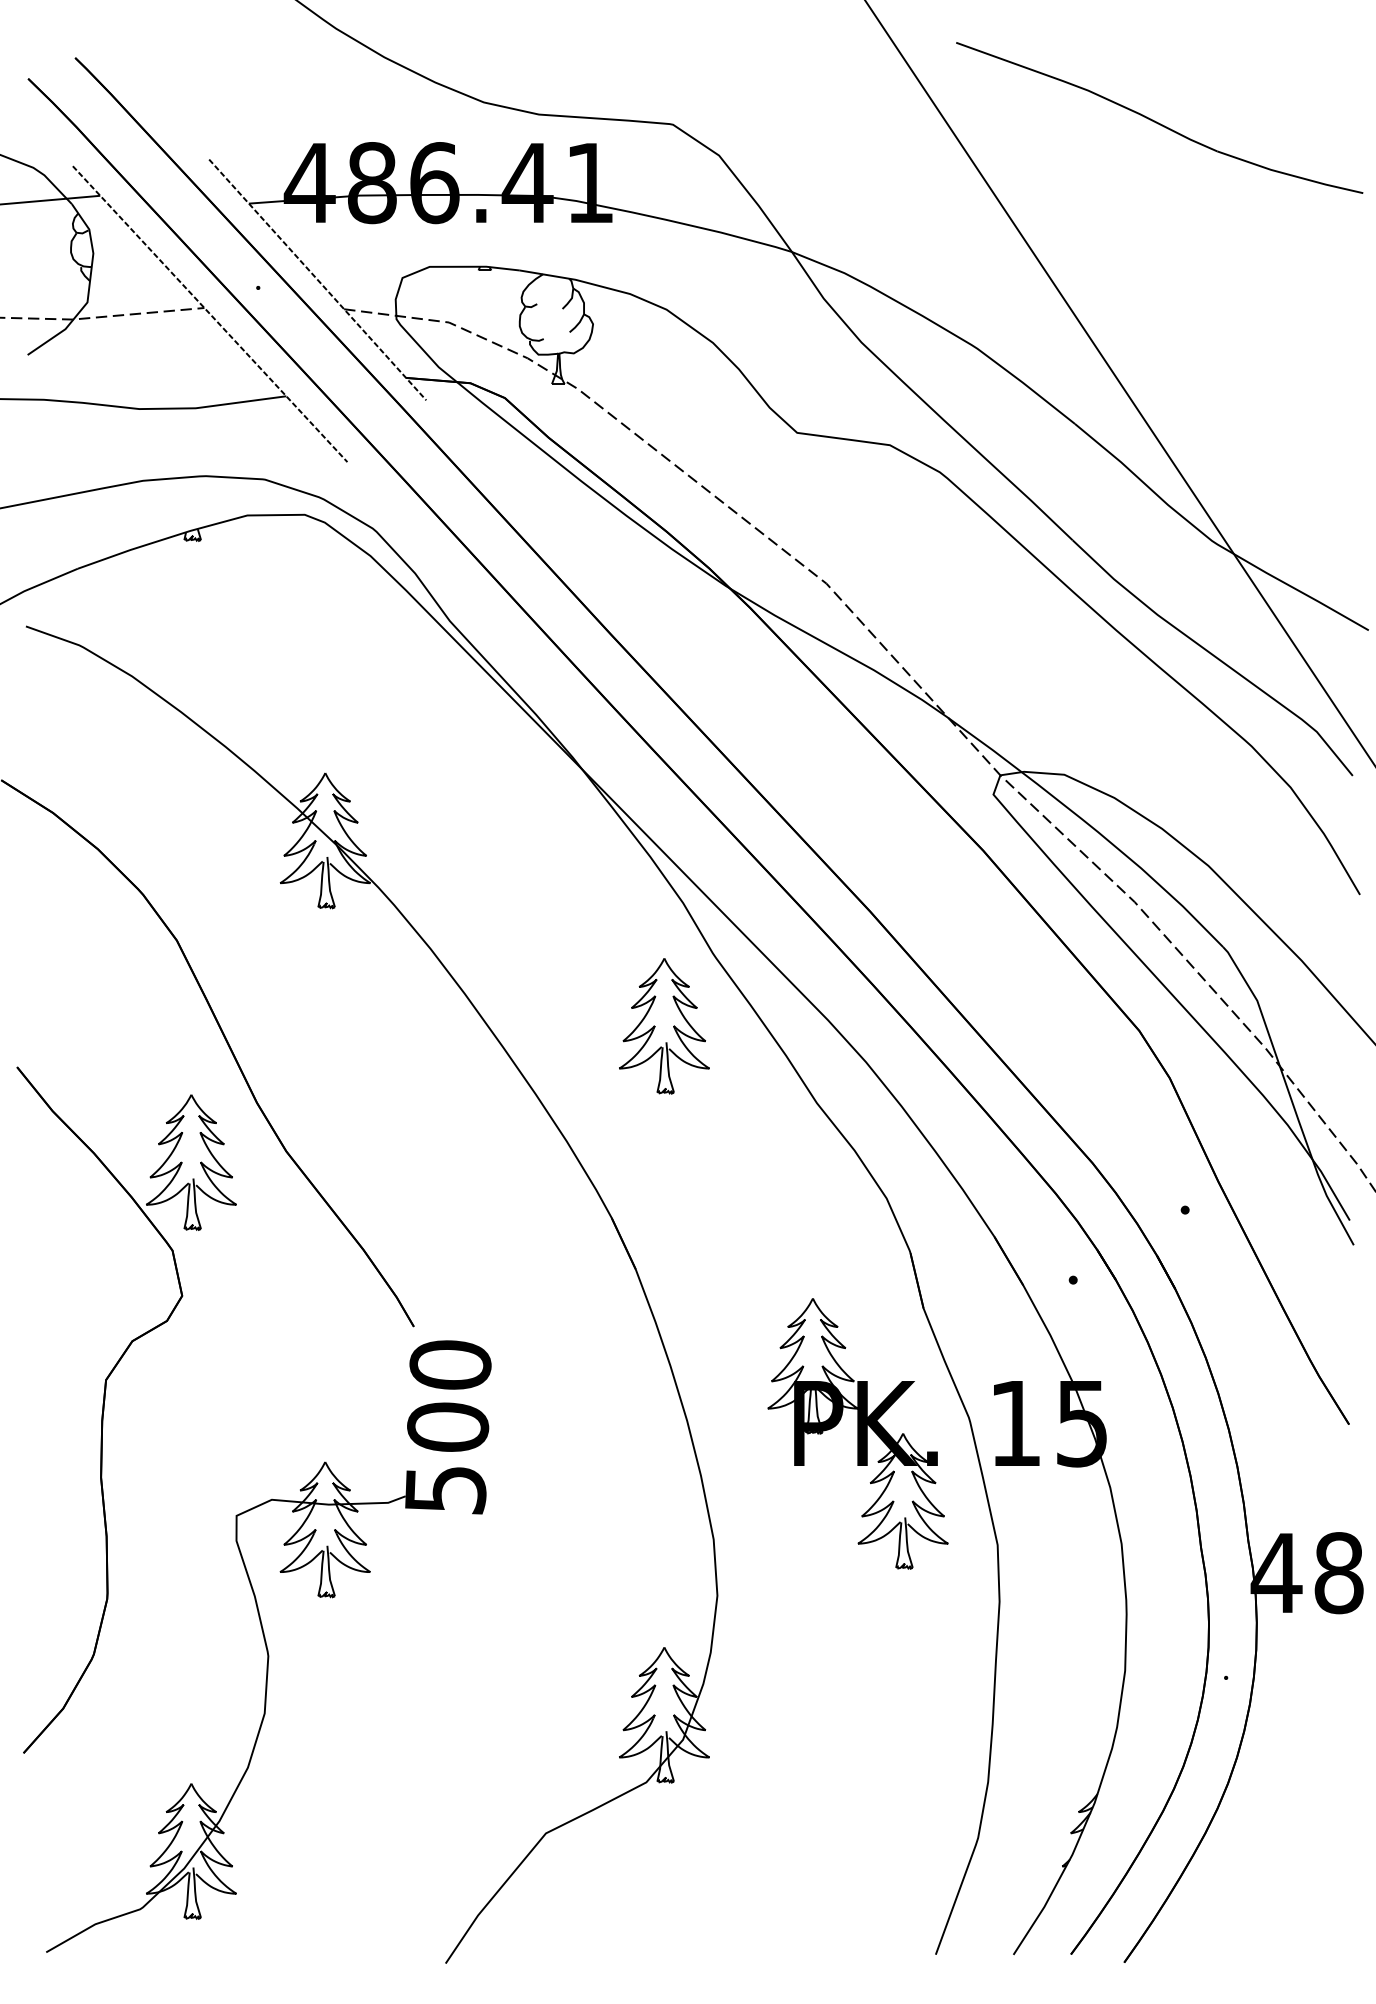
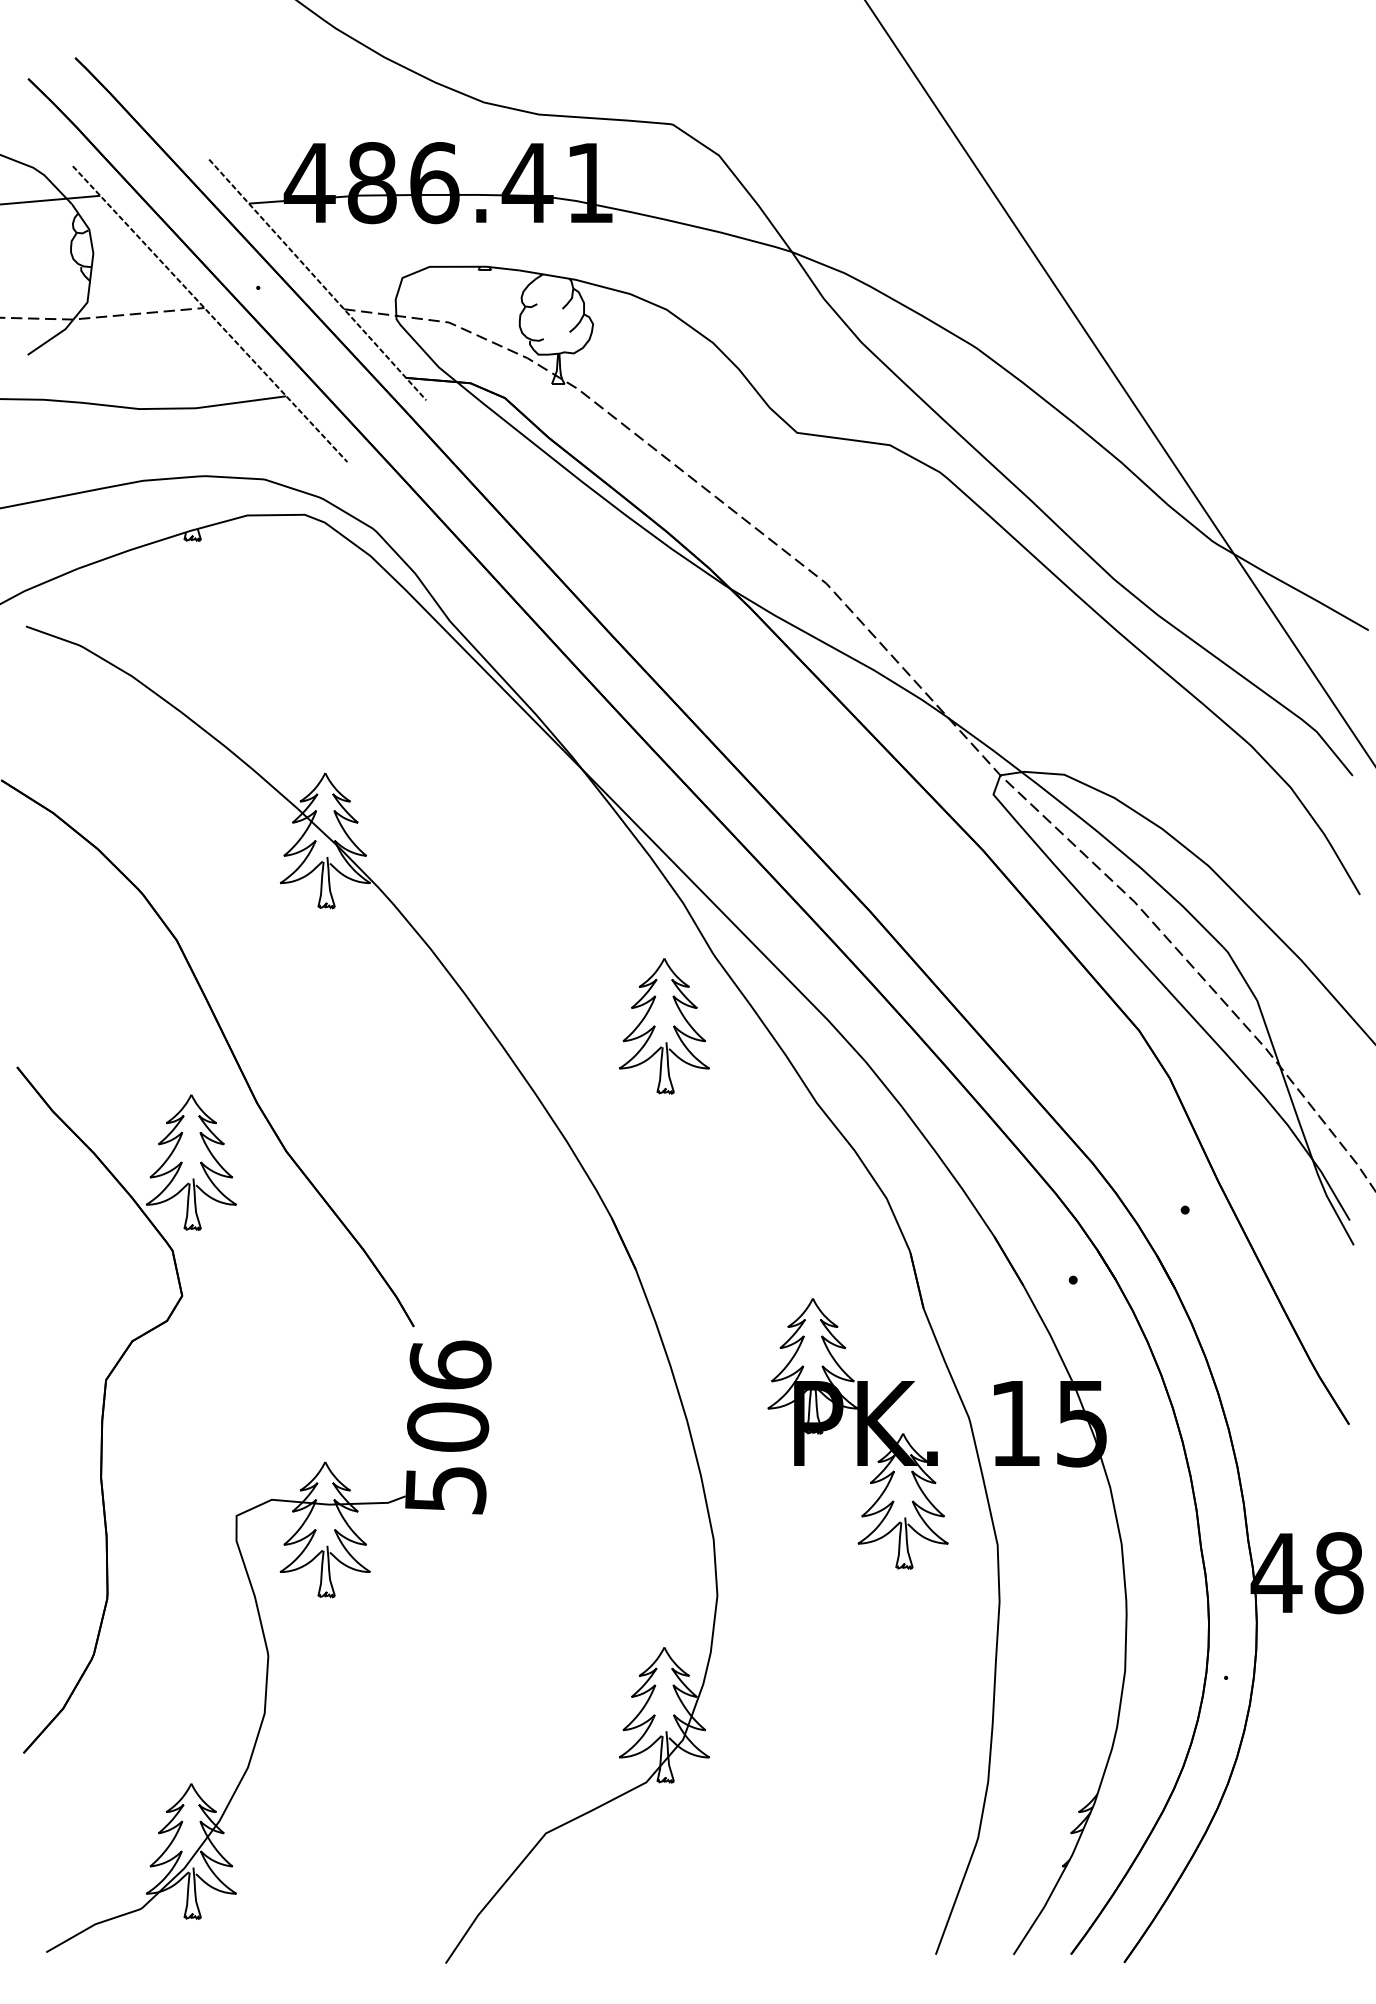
part at (1159, 117): present -> none
text at (450, 1364): 500 -> 506
